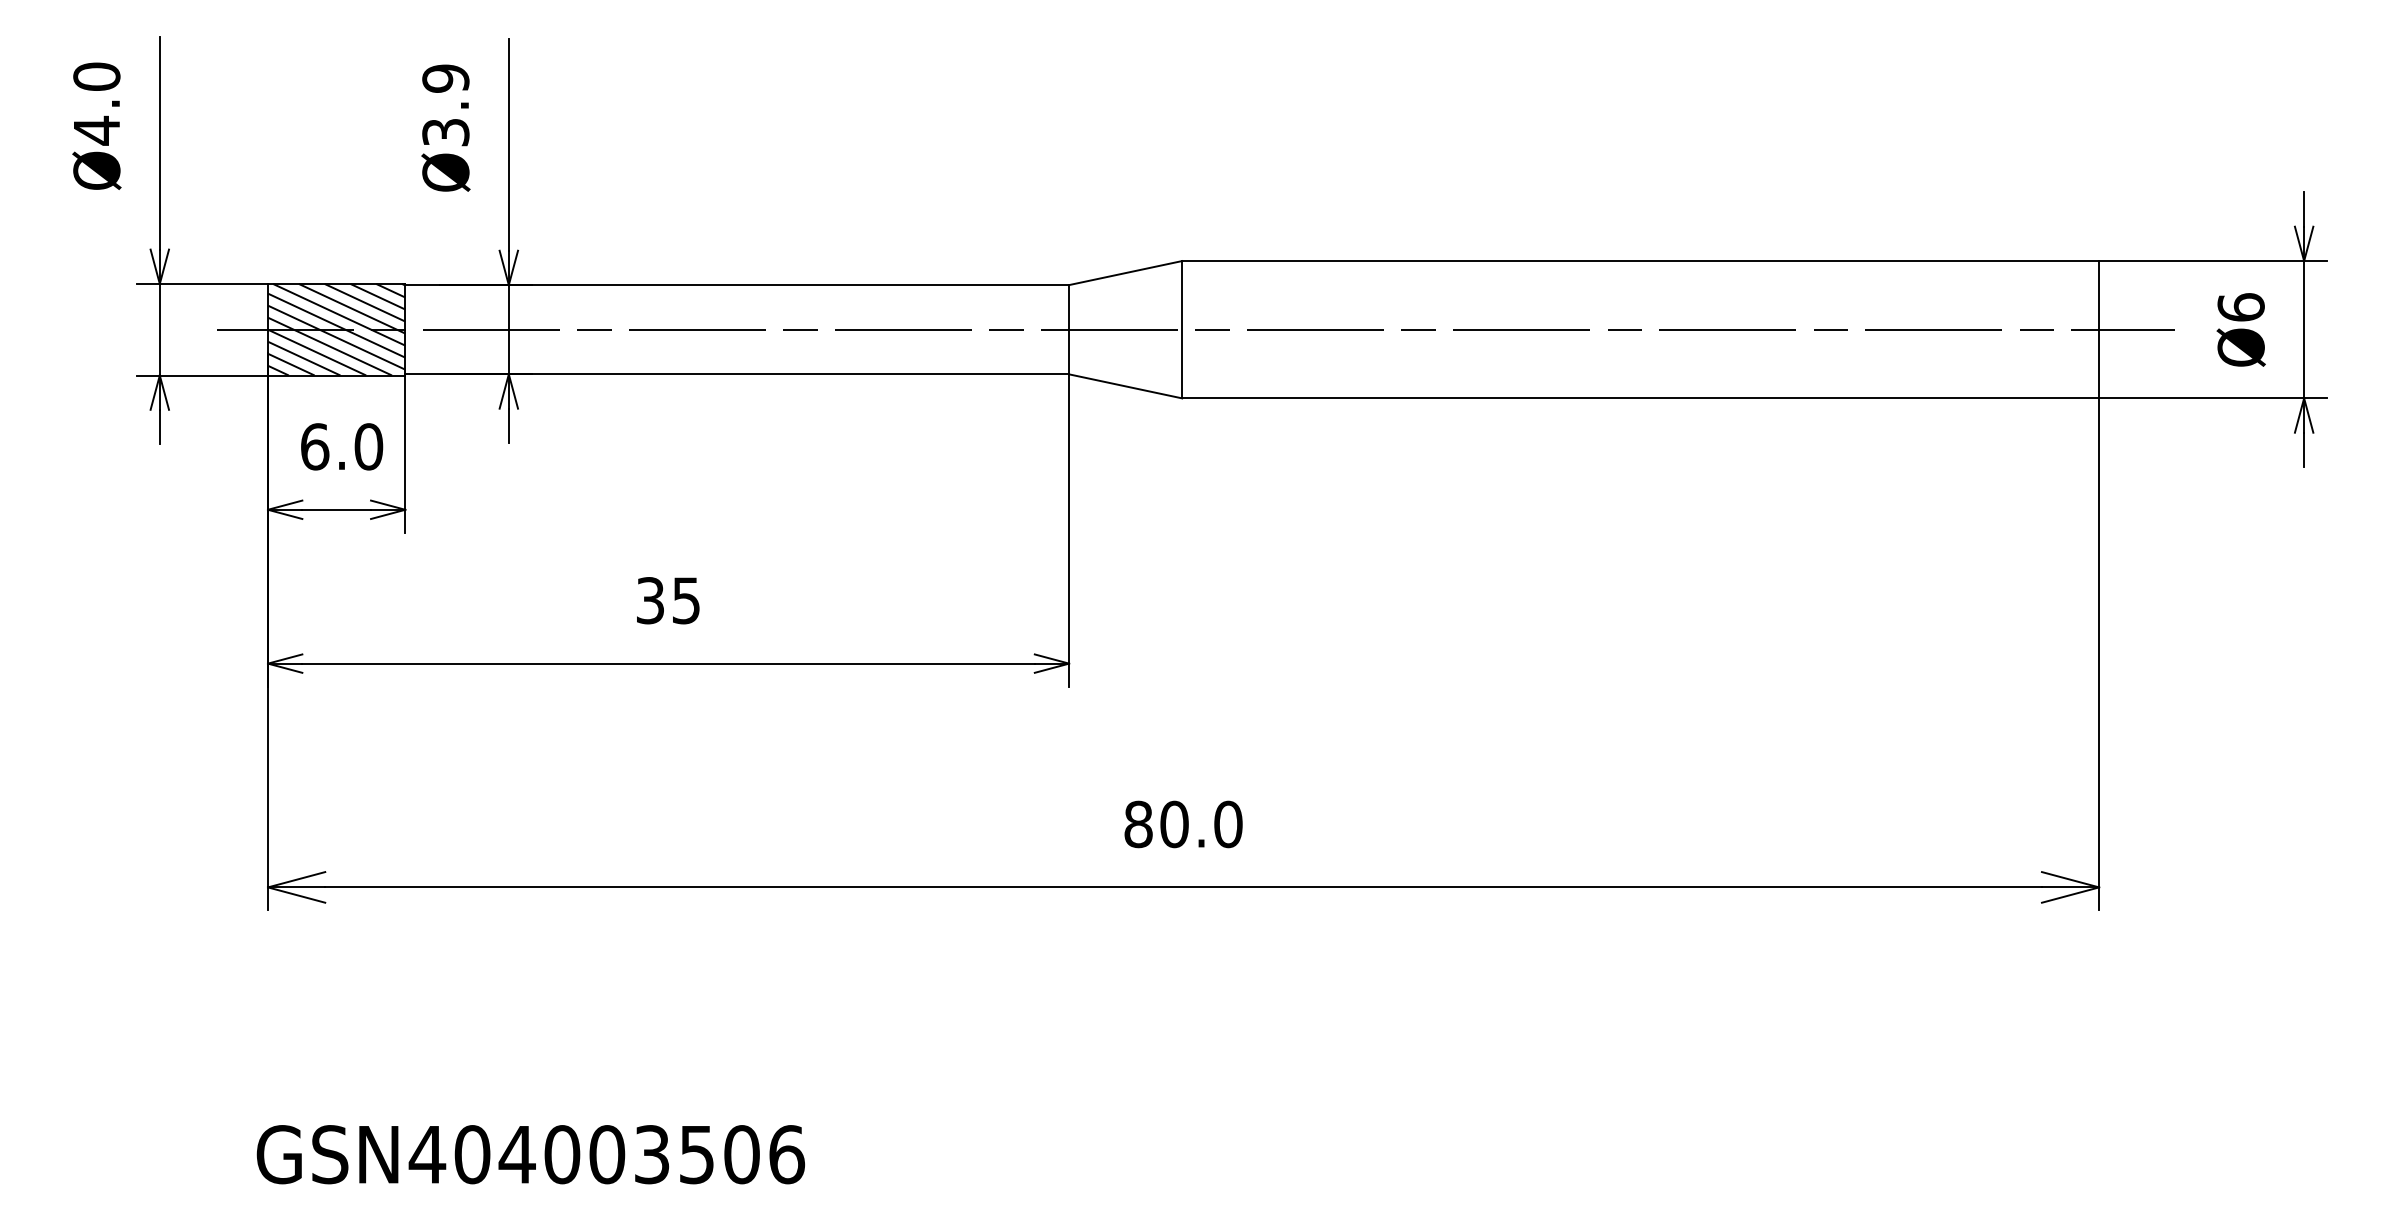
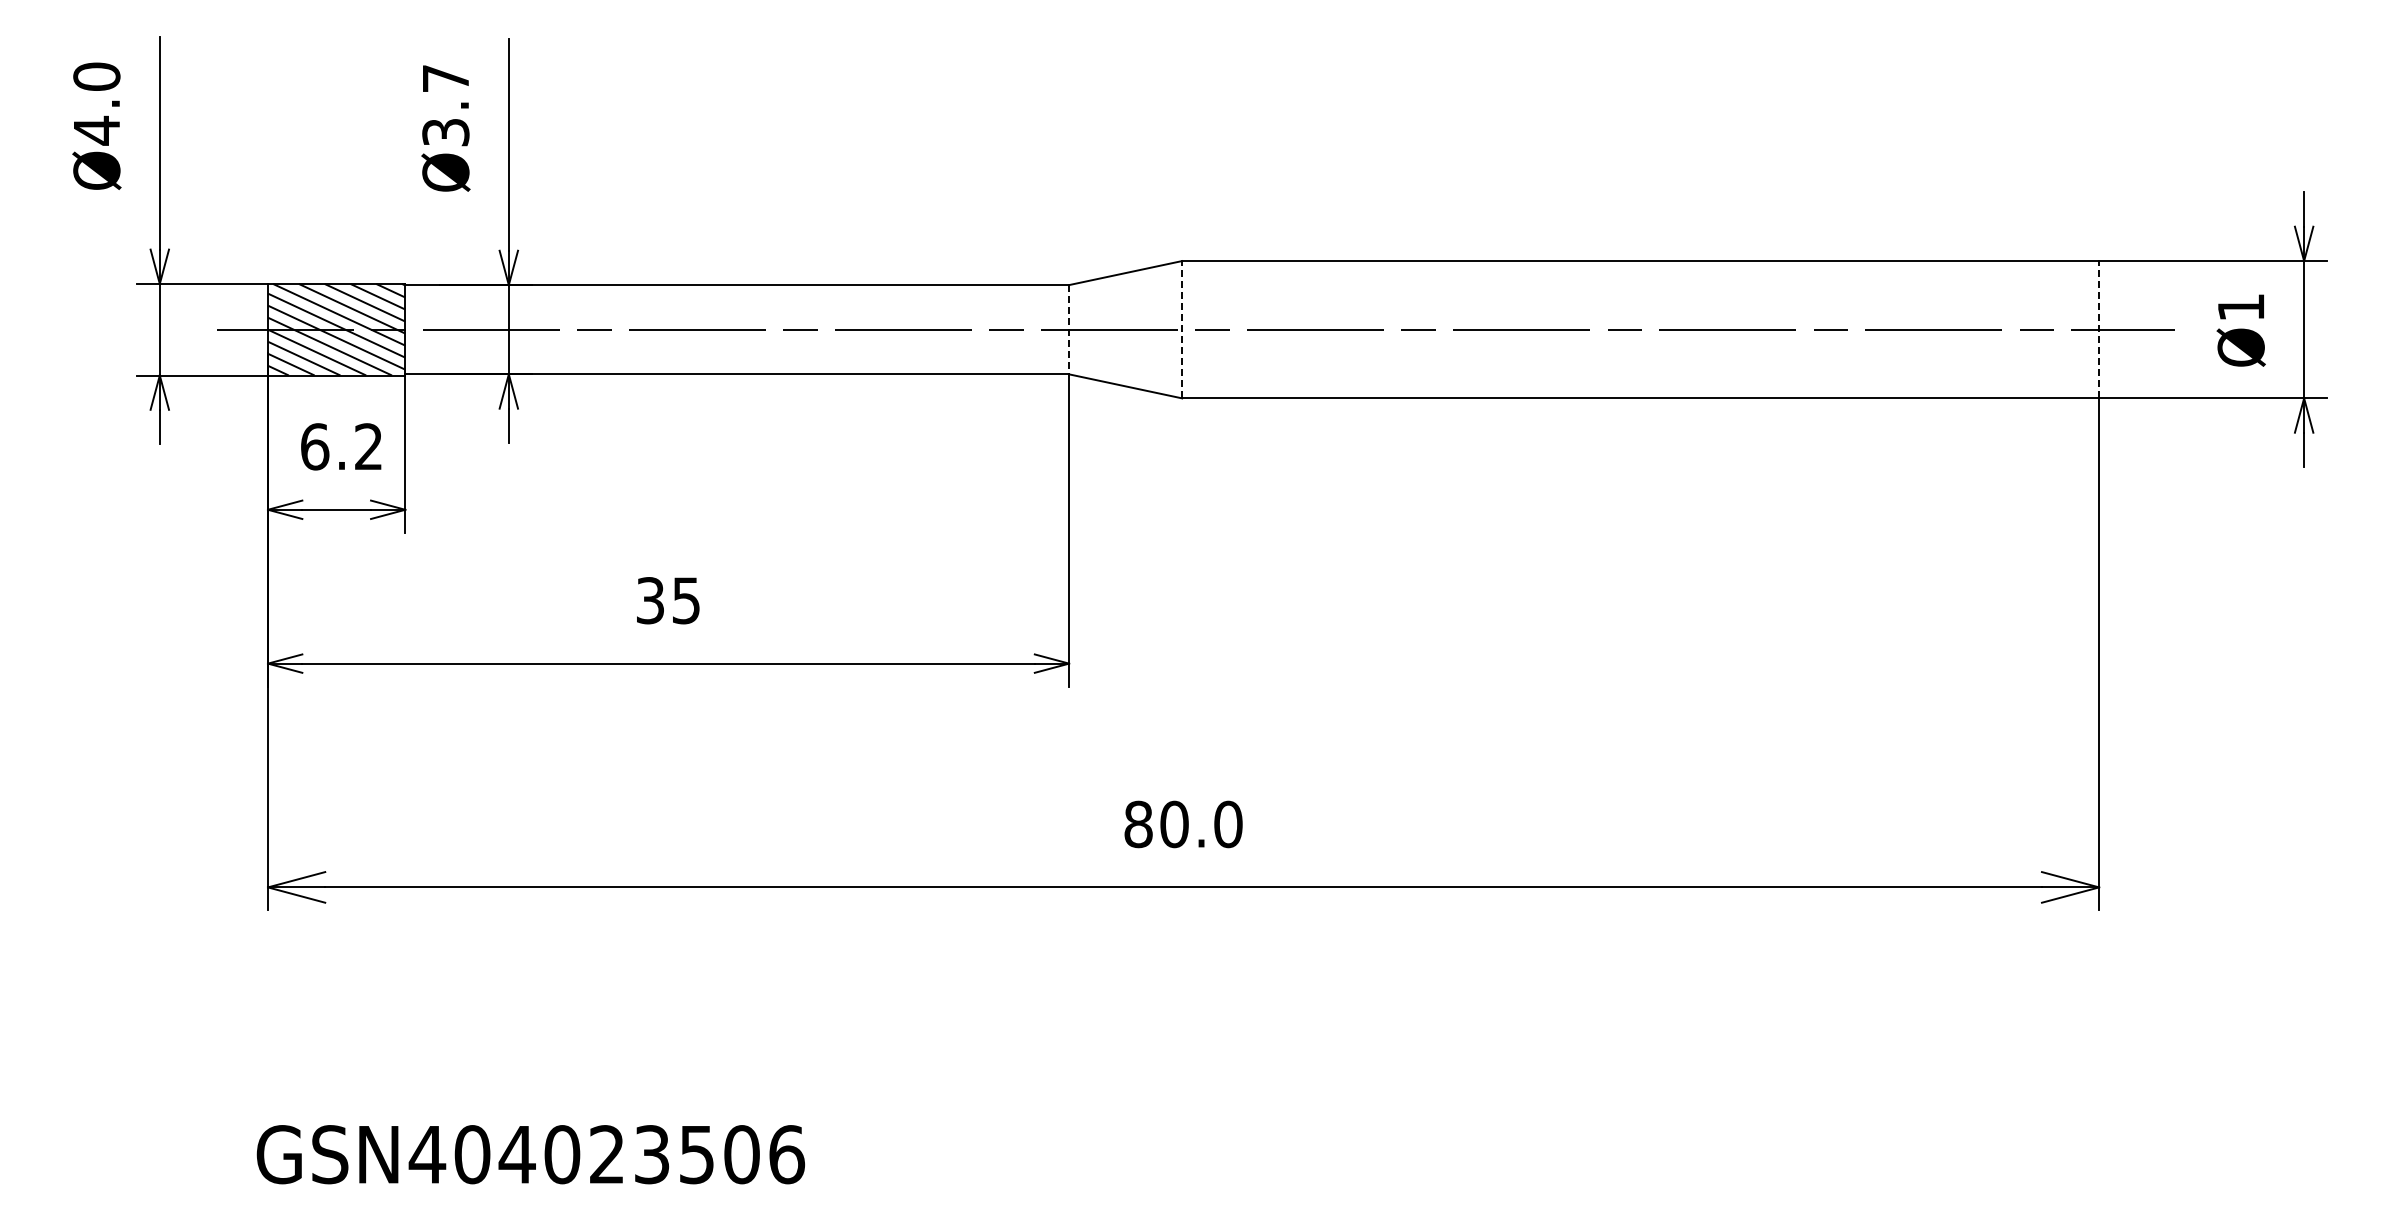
text at (445, 78): Ø3.9 -> Ø3.7
text at (2240, 307): Ø6 -> Ø1
line at (1069, 329): solid -> dashed
line at (1182, 329): solid -> dashed
line at (2099, 329): solid -> dashed
text at (368, 446): 6.0 -> 6.2
text at (607, 1154): GSN404003506 -> GSN404023506
